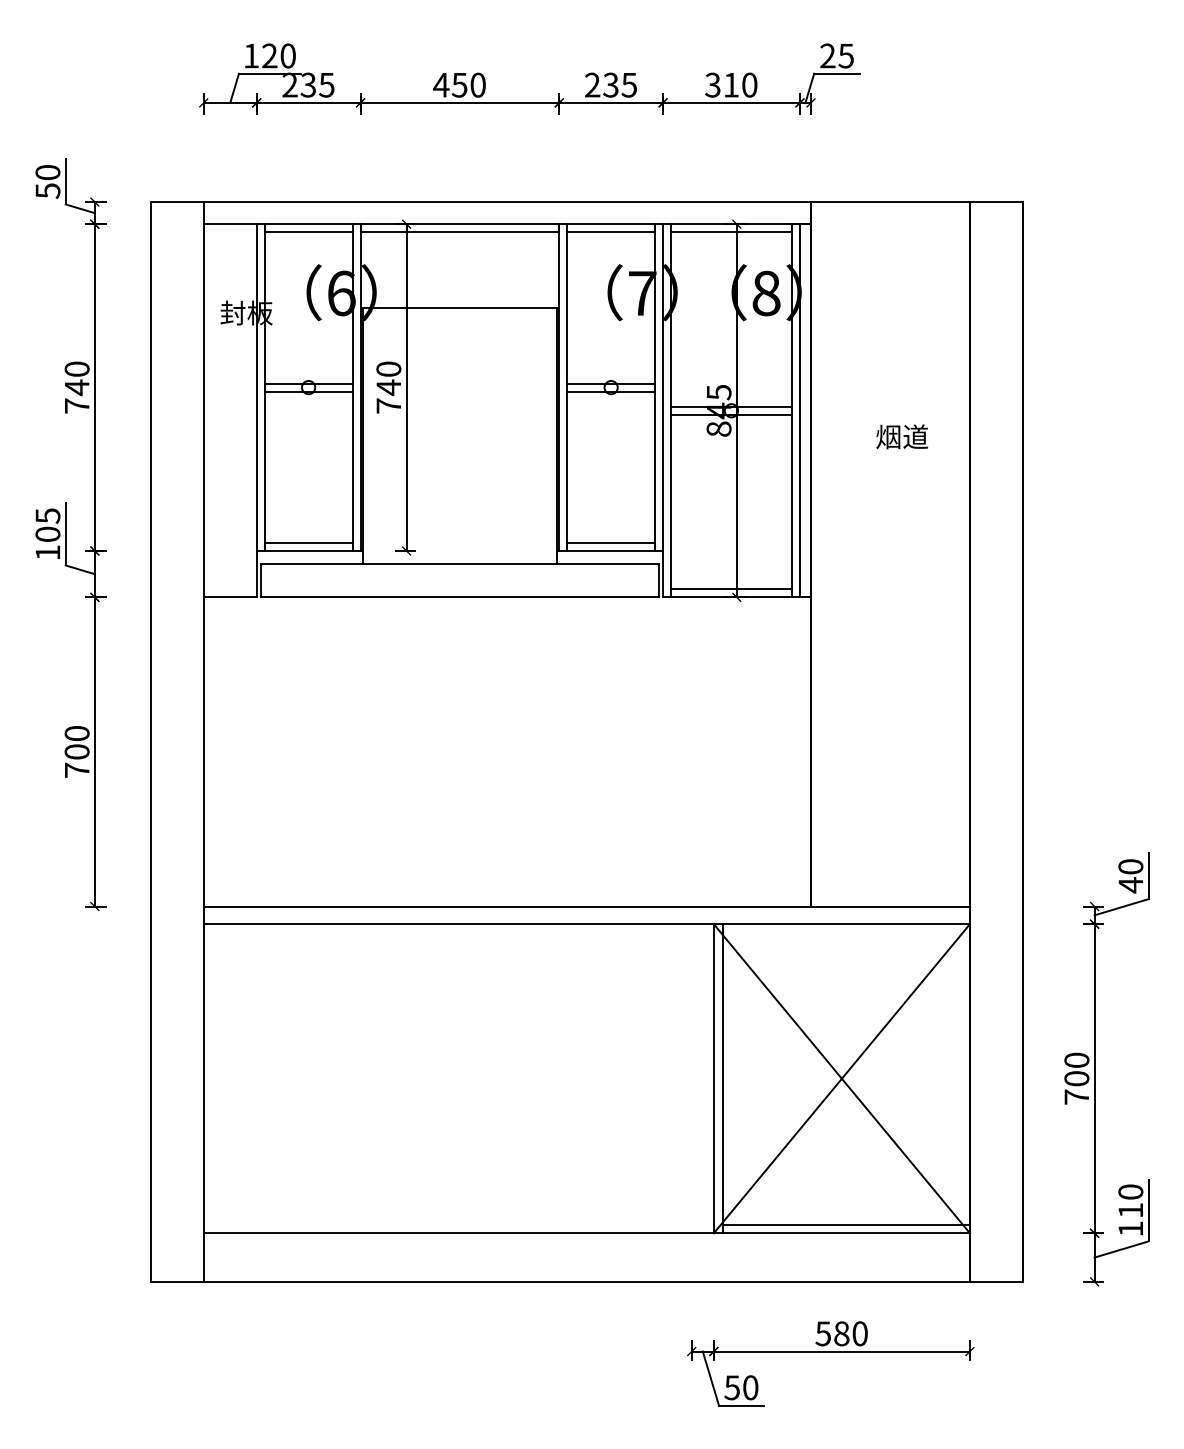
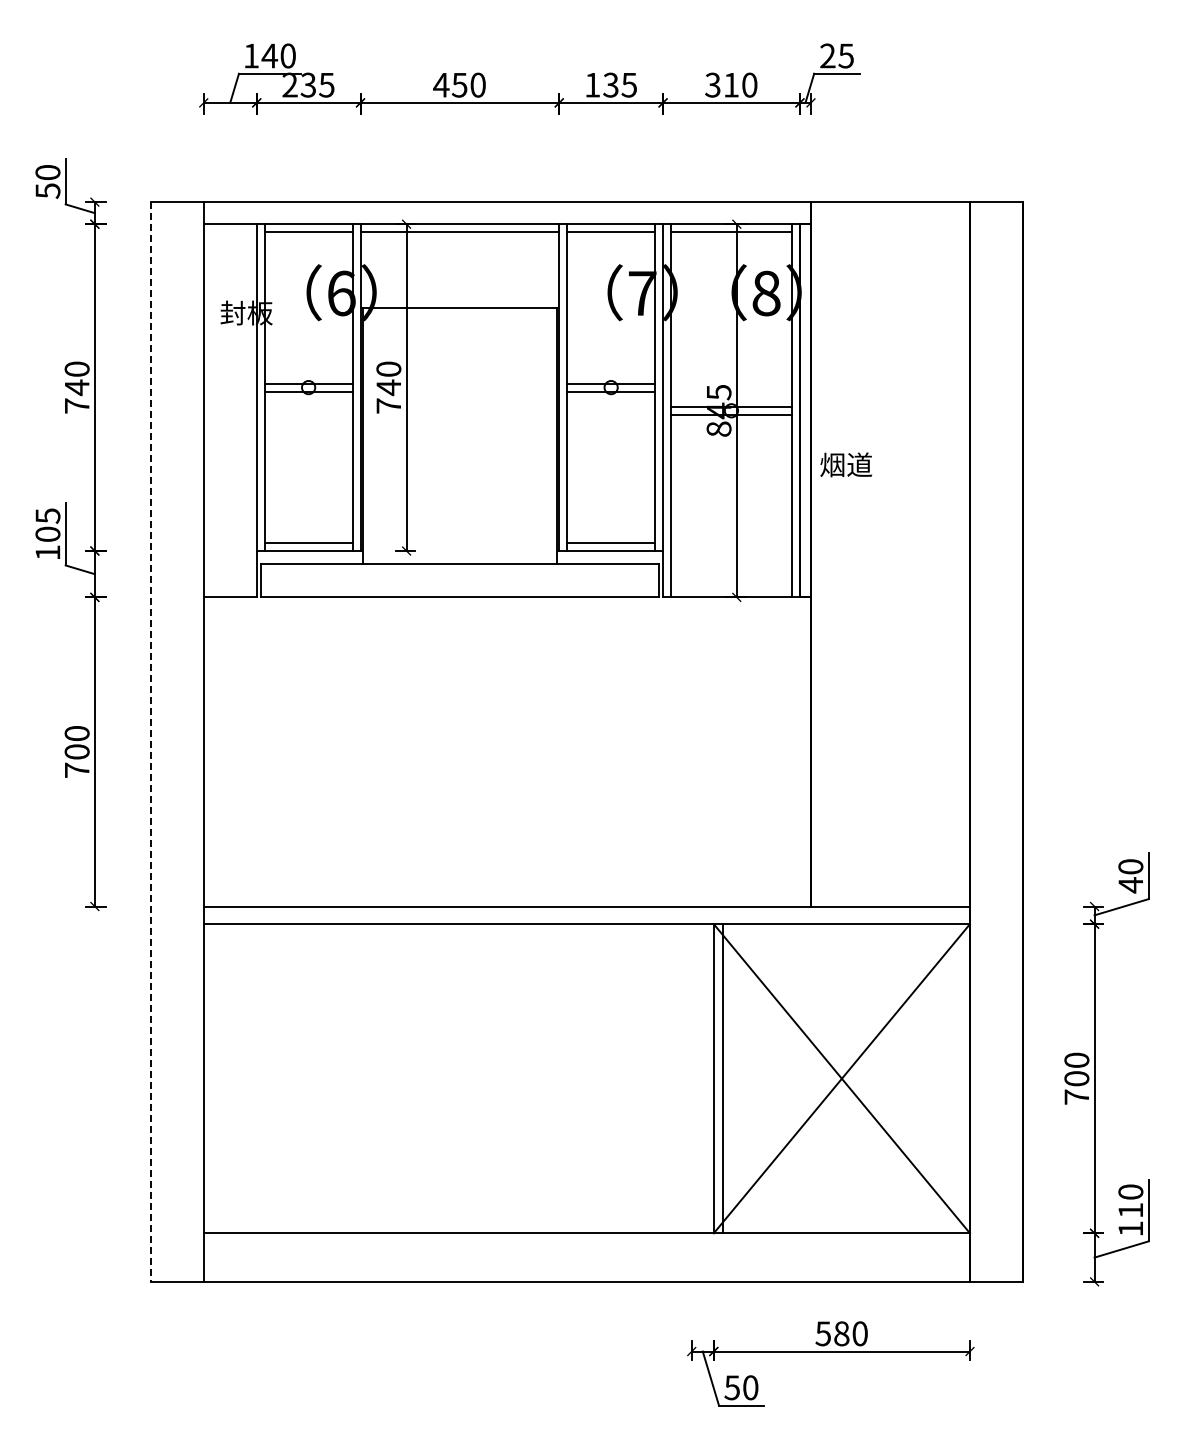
text at (269, 55): 120 -> 140
text at (592, 84): 235 -> 135
text at (901, 436) position: (901, 436) -> (845, 464)
line at (730, 589): present -> none
line at (150, 742): solid -> dashed
line at (845, 1225): present -> none
